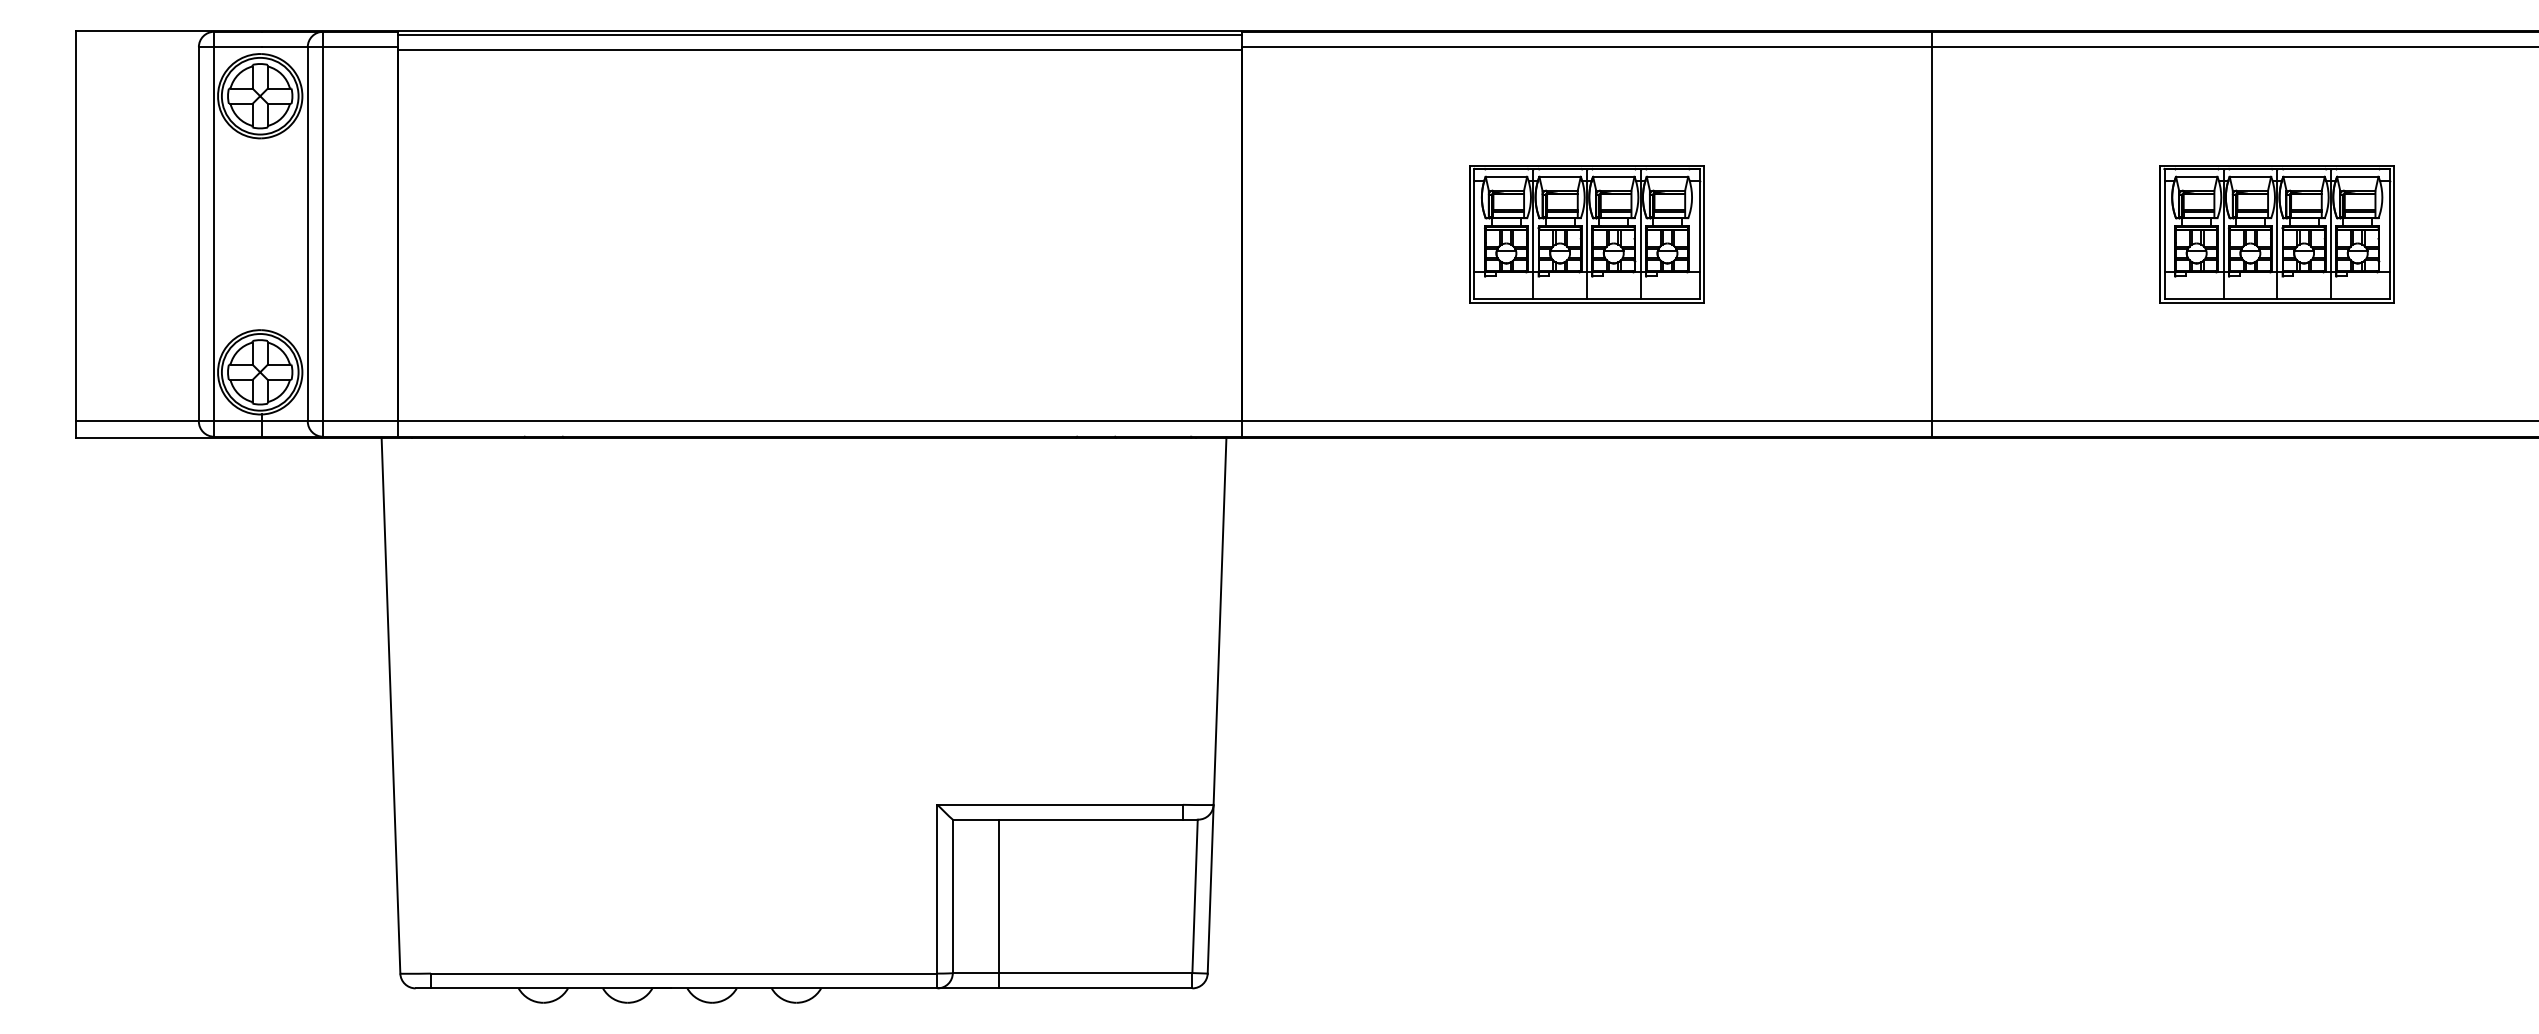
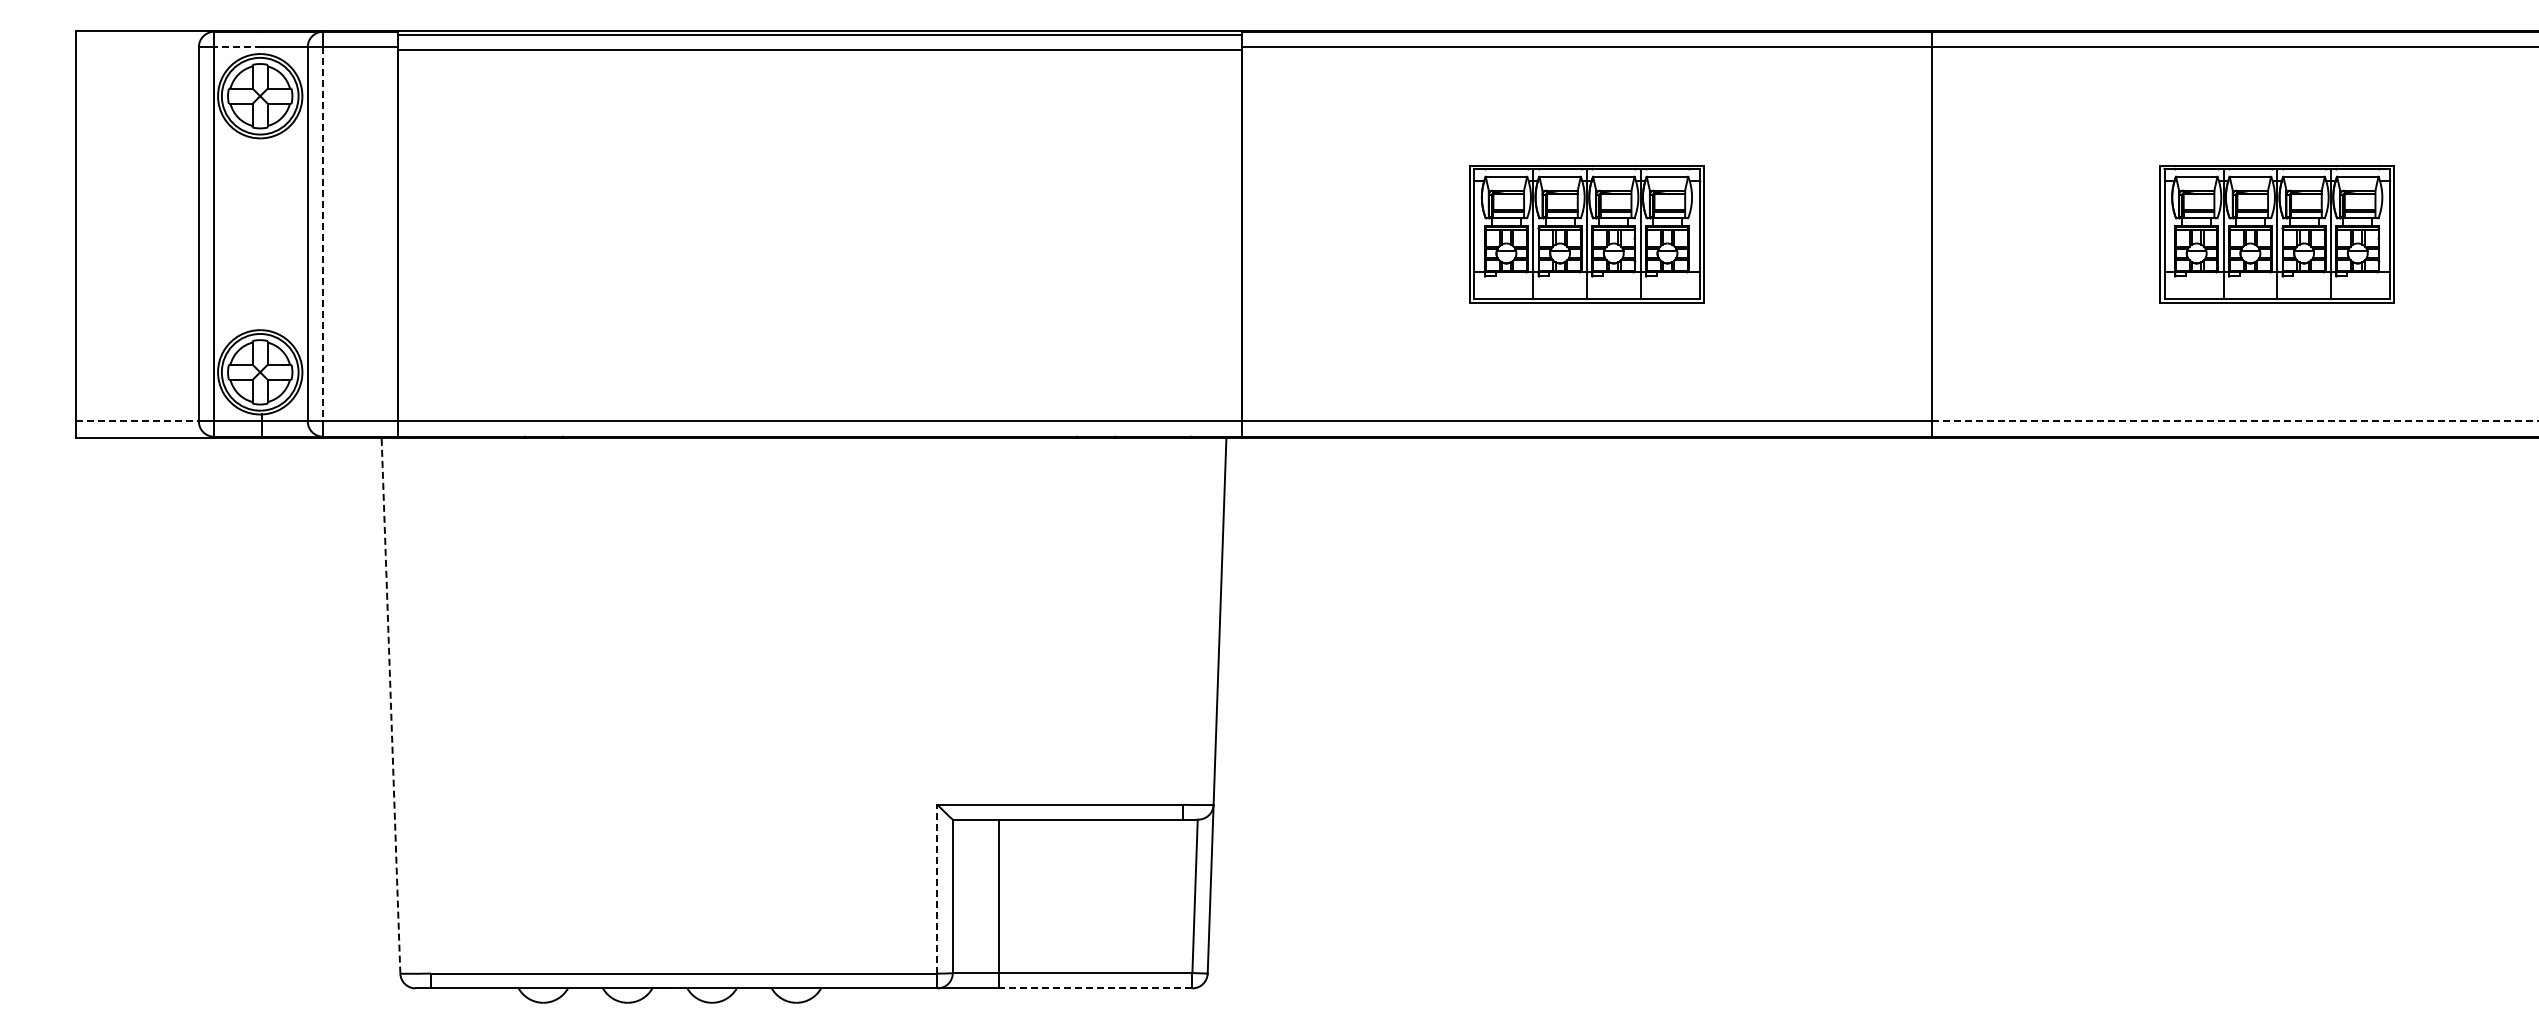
line at (237, 47): solid -> dashed
line at (323, 234): solid -> dashed
line at (138, 420): solid -> dashed
line at (2235, 421): solid -> dashed
line at (390, 705): solid -> dashed
line at (937, 888): solid -> dashed
line at (1095, 988): solid -> dashed
